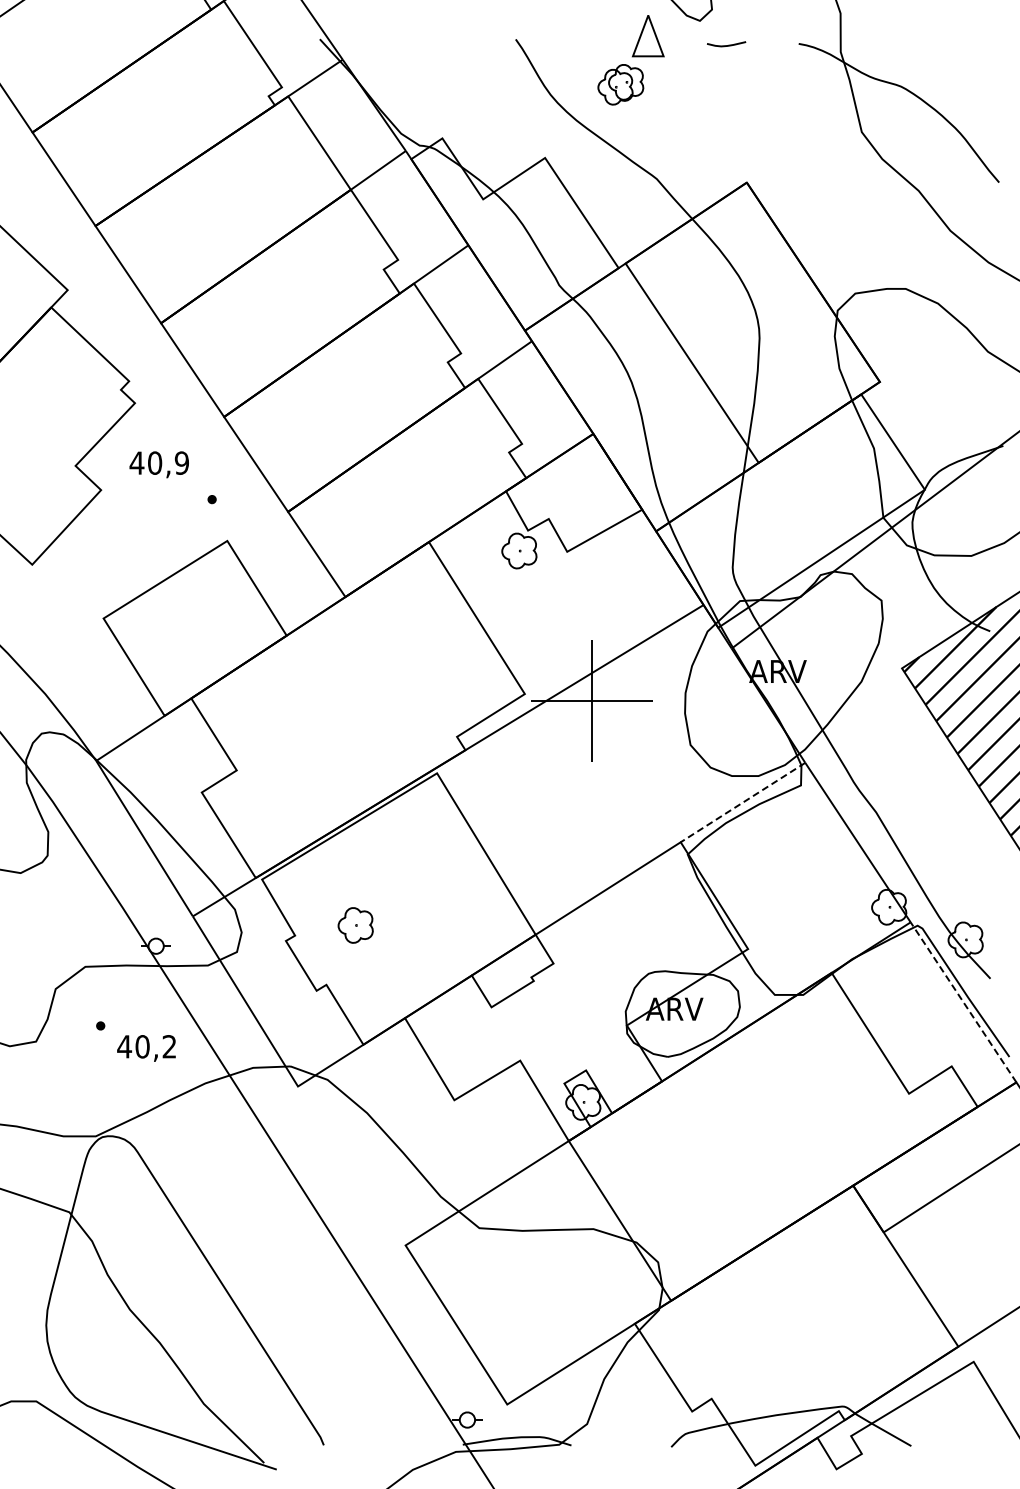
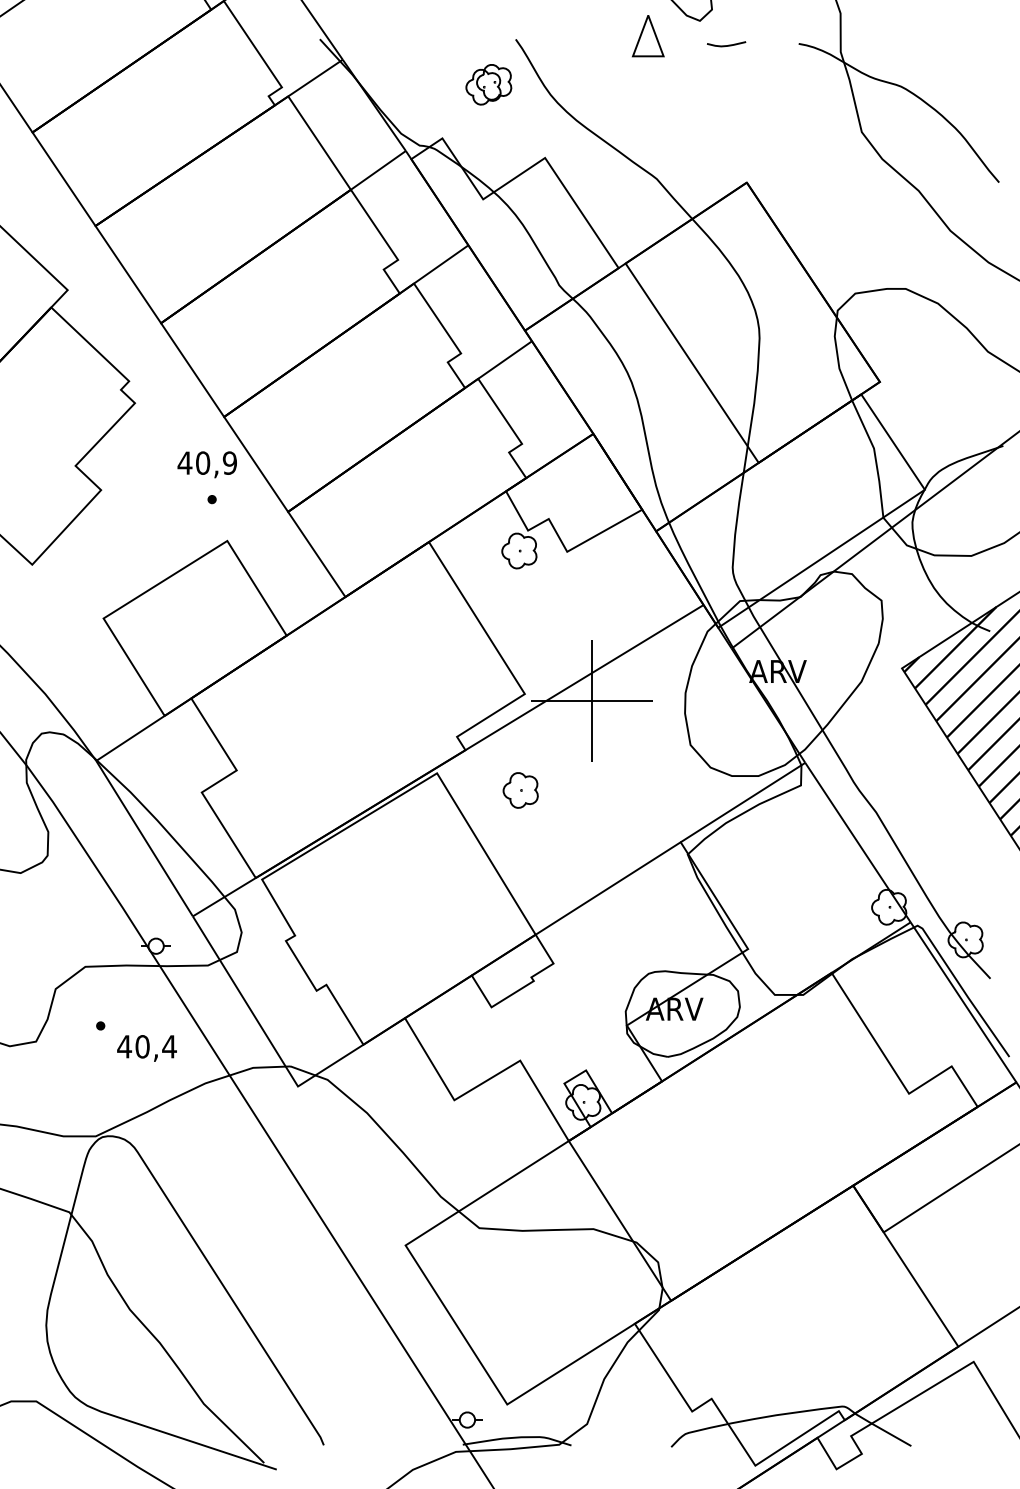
part at (620, 84) position: (620, 84) -> (488, 84)
text at (158, 464) position: (158, 464) -> (206, 464)
line at (743, 802): dashed -> solid
part at (355, 925) position: (355, 925) -> (520, 790)
line at (963, 1002): dashed -> solid
text at (169, 1046): 40,2 -> 40,4
